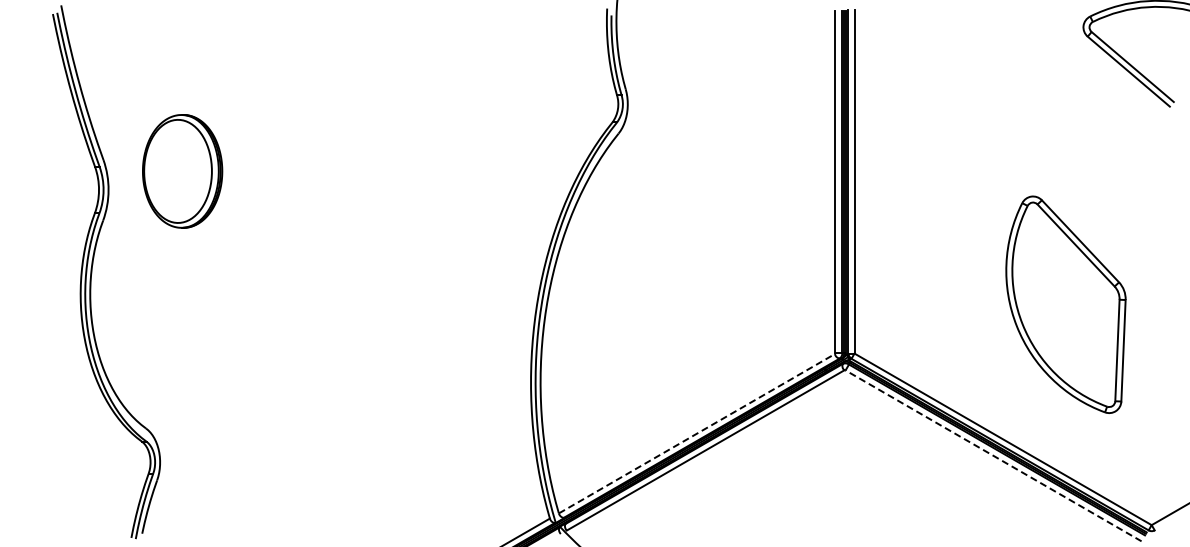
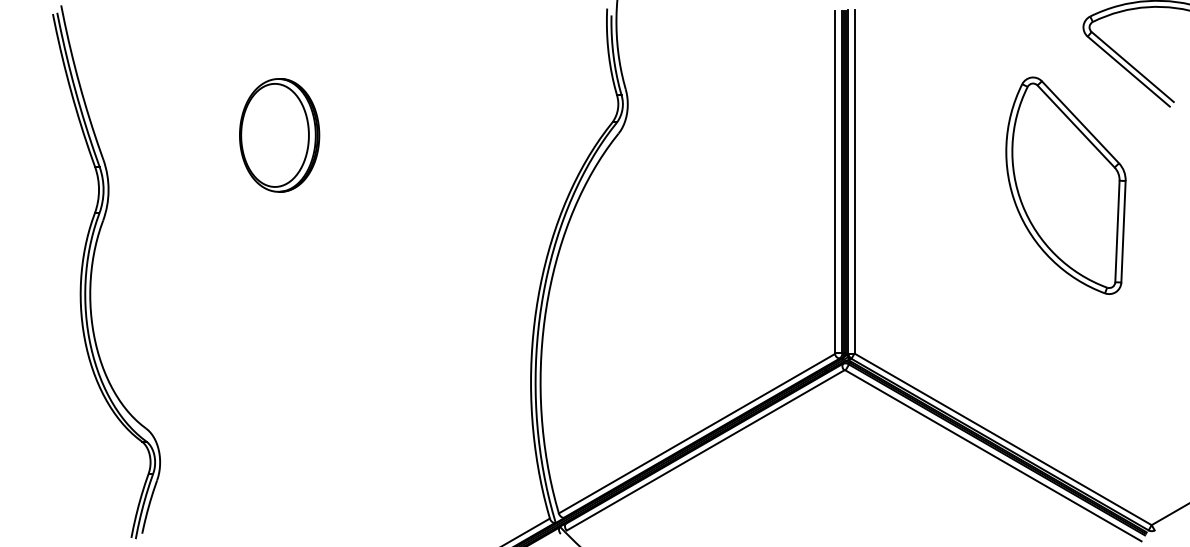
part at (182, 171) position: (182, 171) -> (279, 135)
part at (1065, 304) position: (1065, 304) -> (1065, 185)
line at (697, 433): dashed -> solid
line at (993, 455): dashed -> solid
